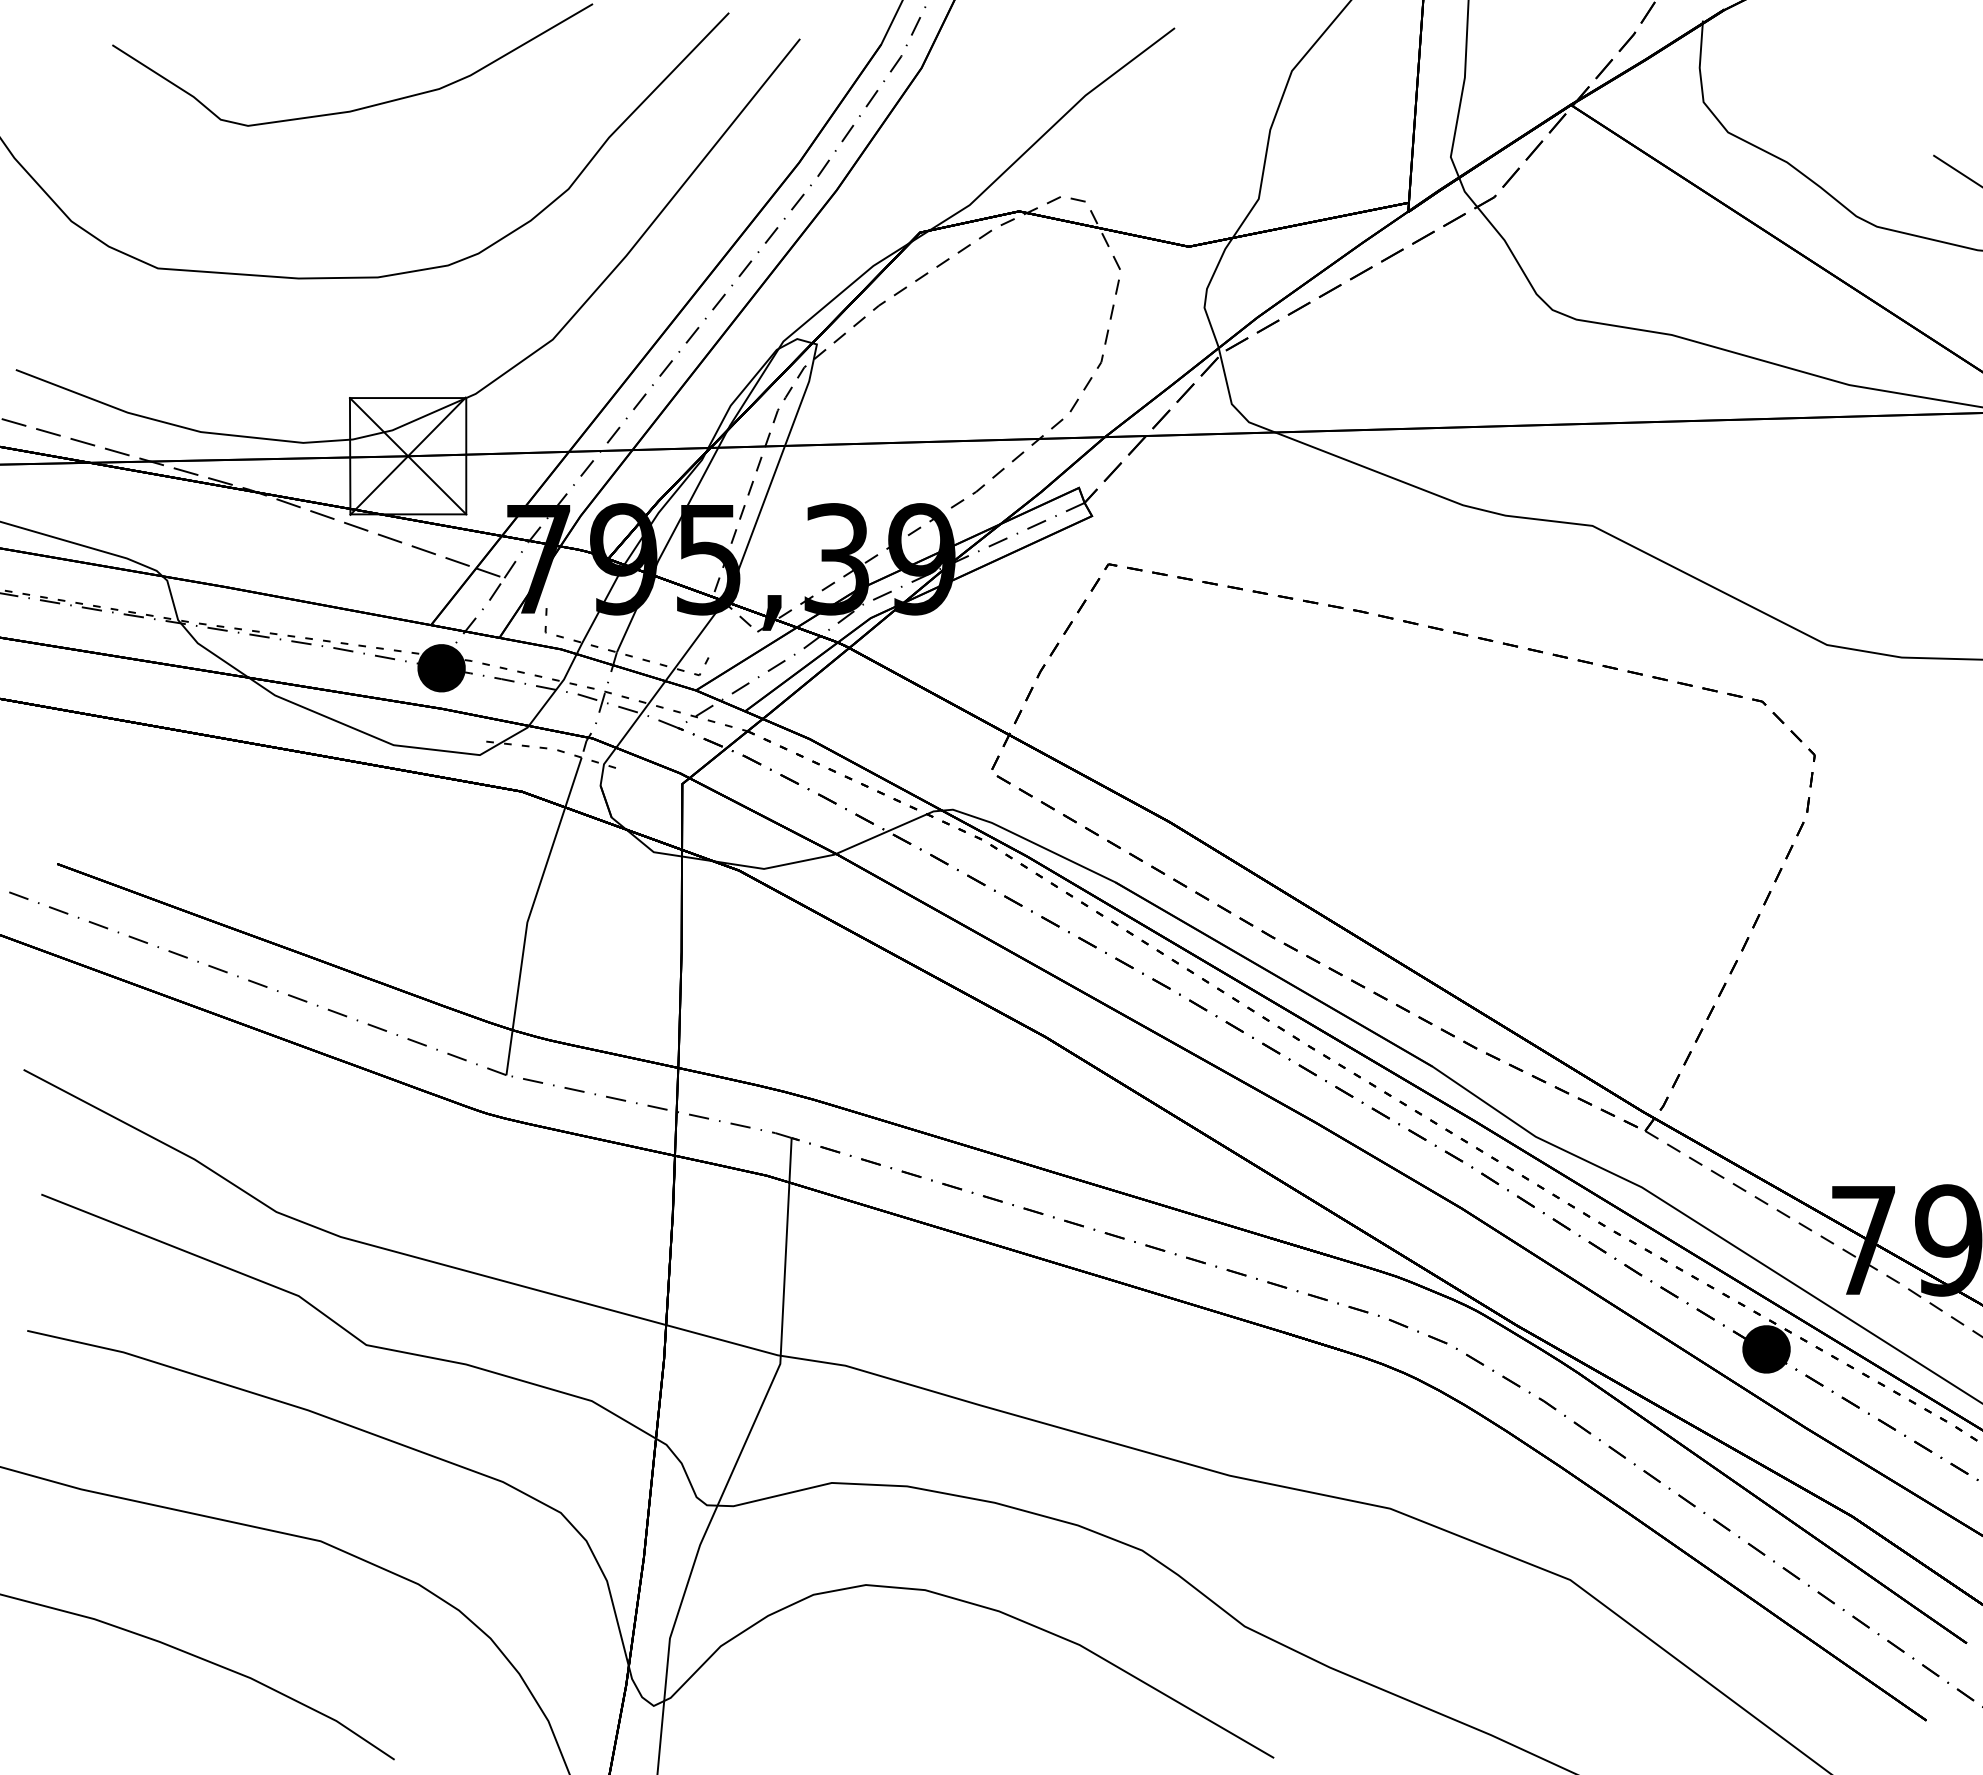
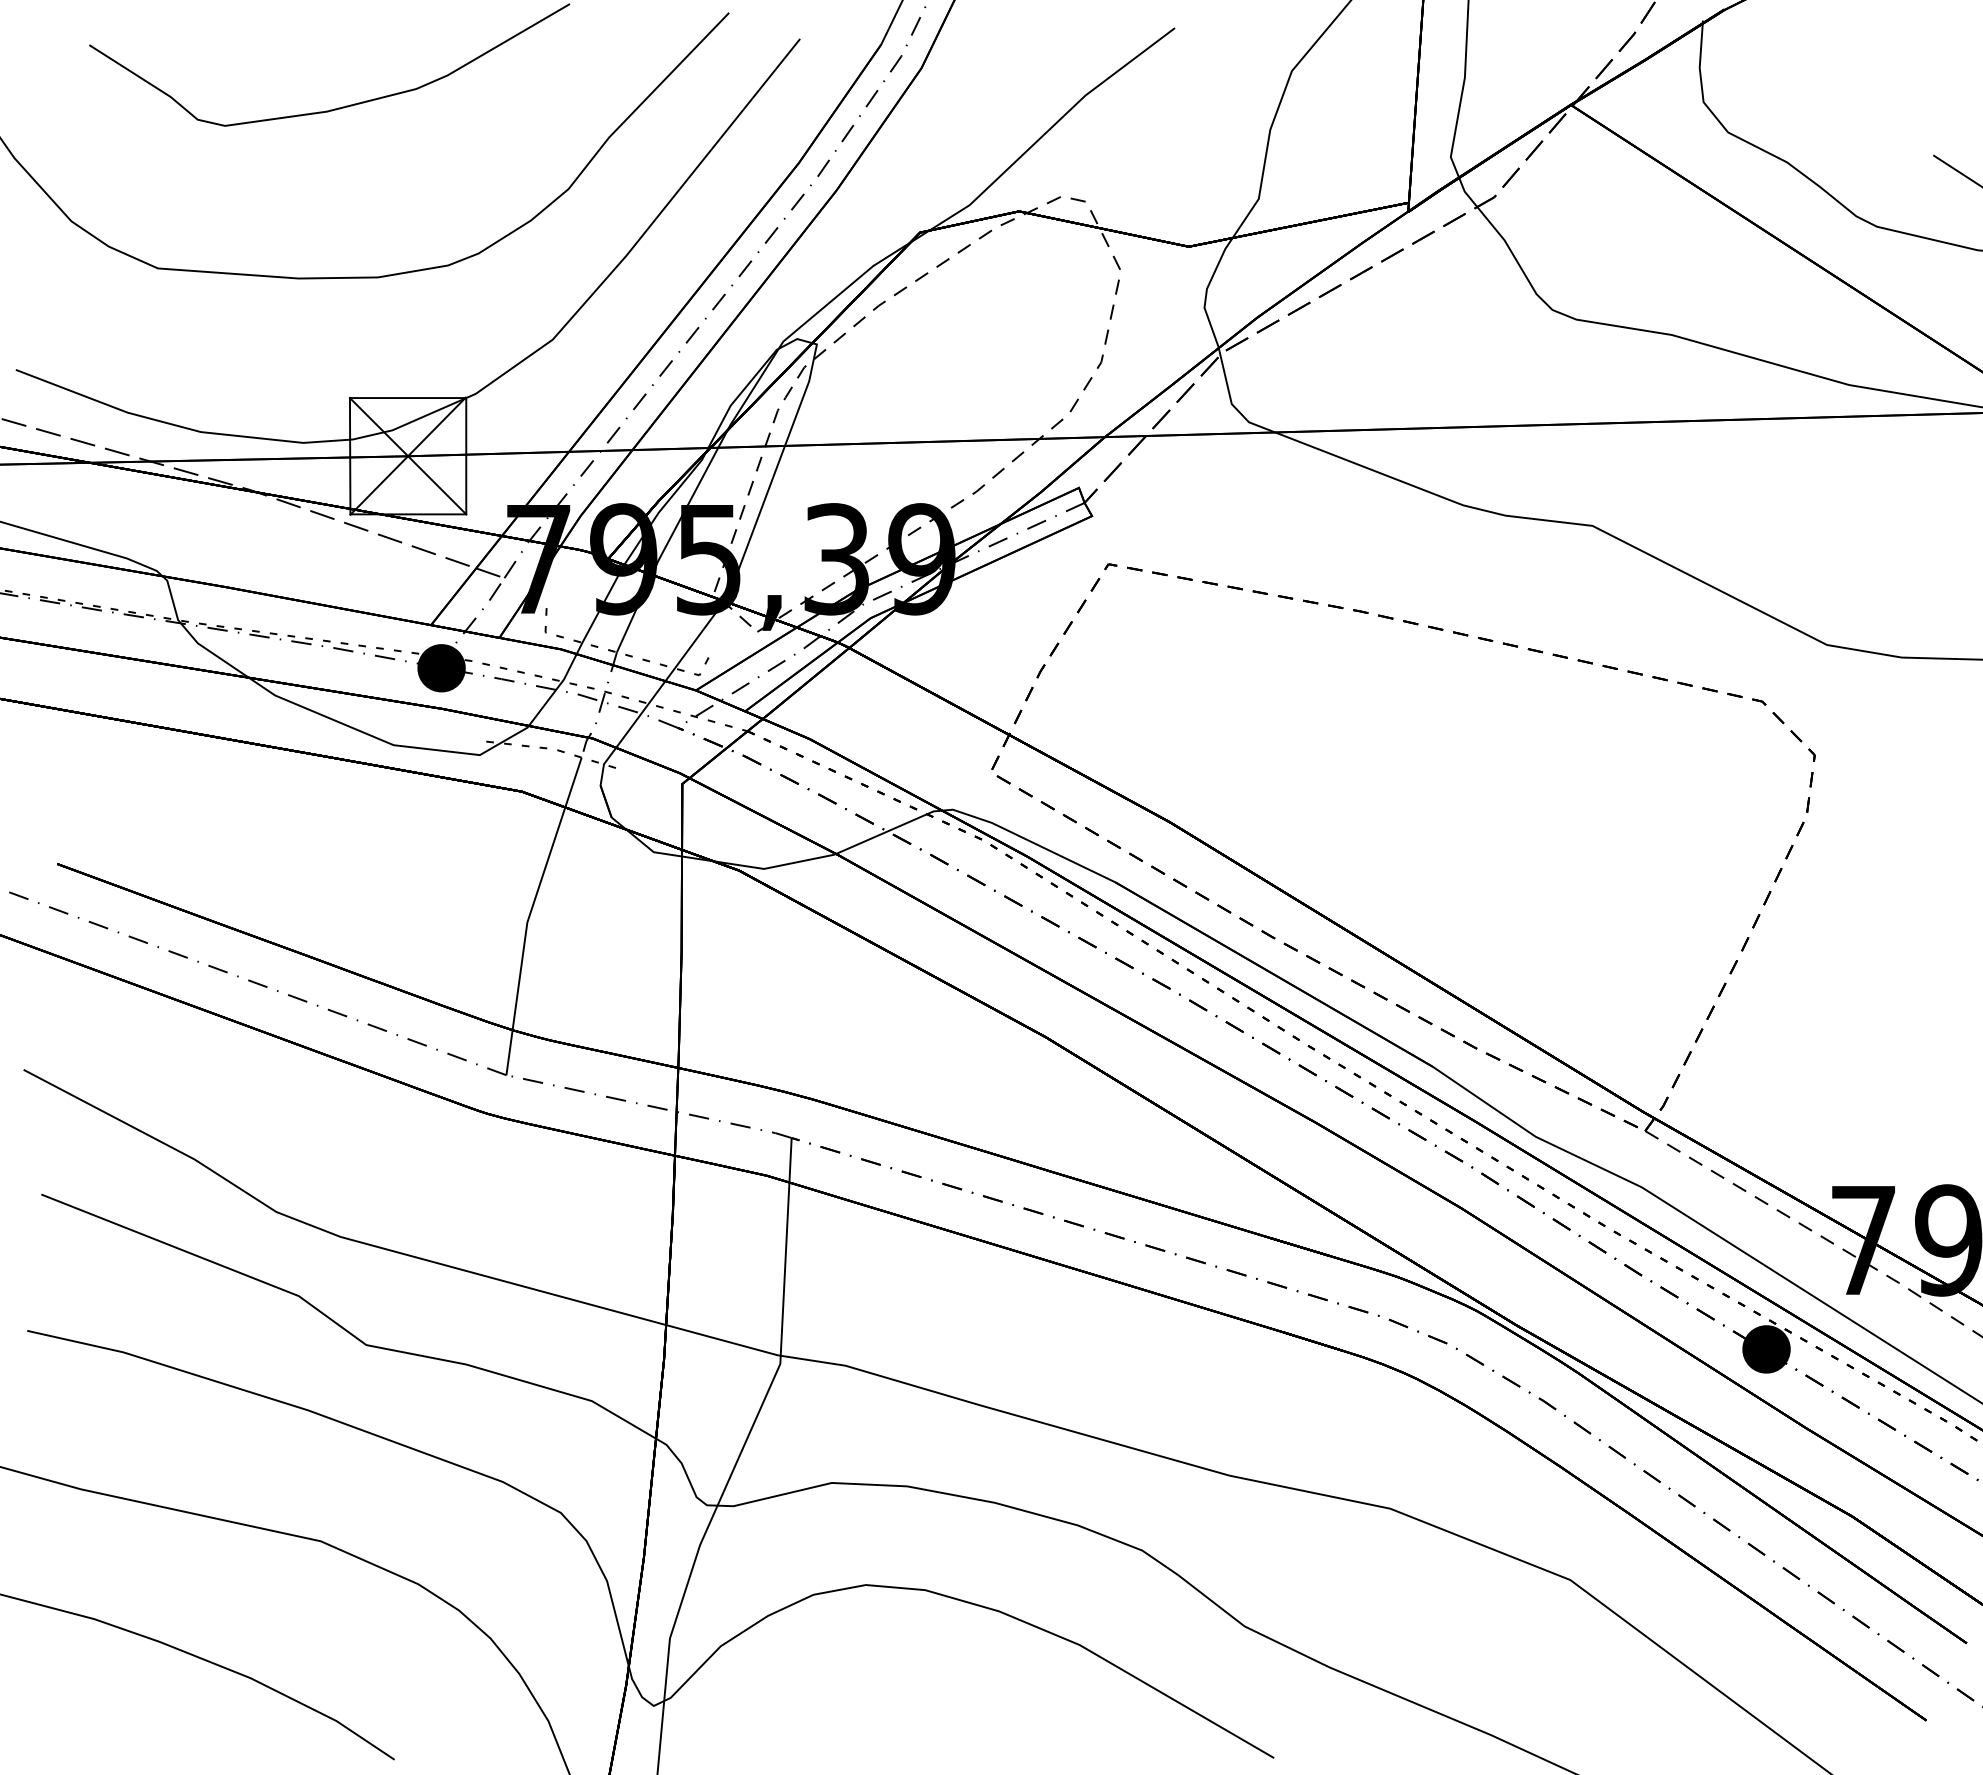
curve at (361, 107) position: (361, 107) -> (338, 107)
